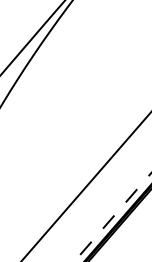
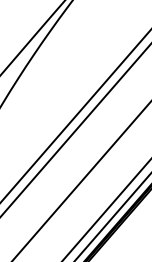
line at (75, 116): none -> present
line at (75, 130): none -> present
line at (85, 186) position: (85, 186) -> (81, 181)
line at (106, 210): none -> present
line at (113, 217): dashed -> solid
